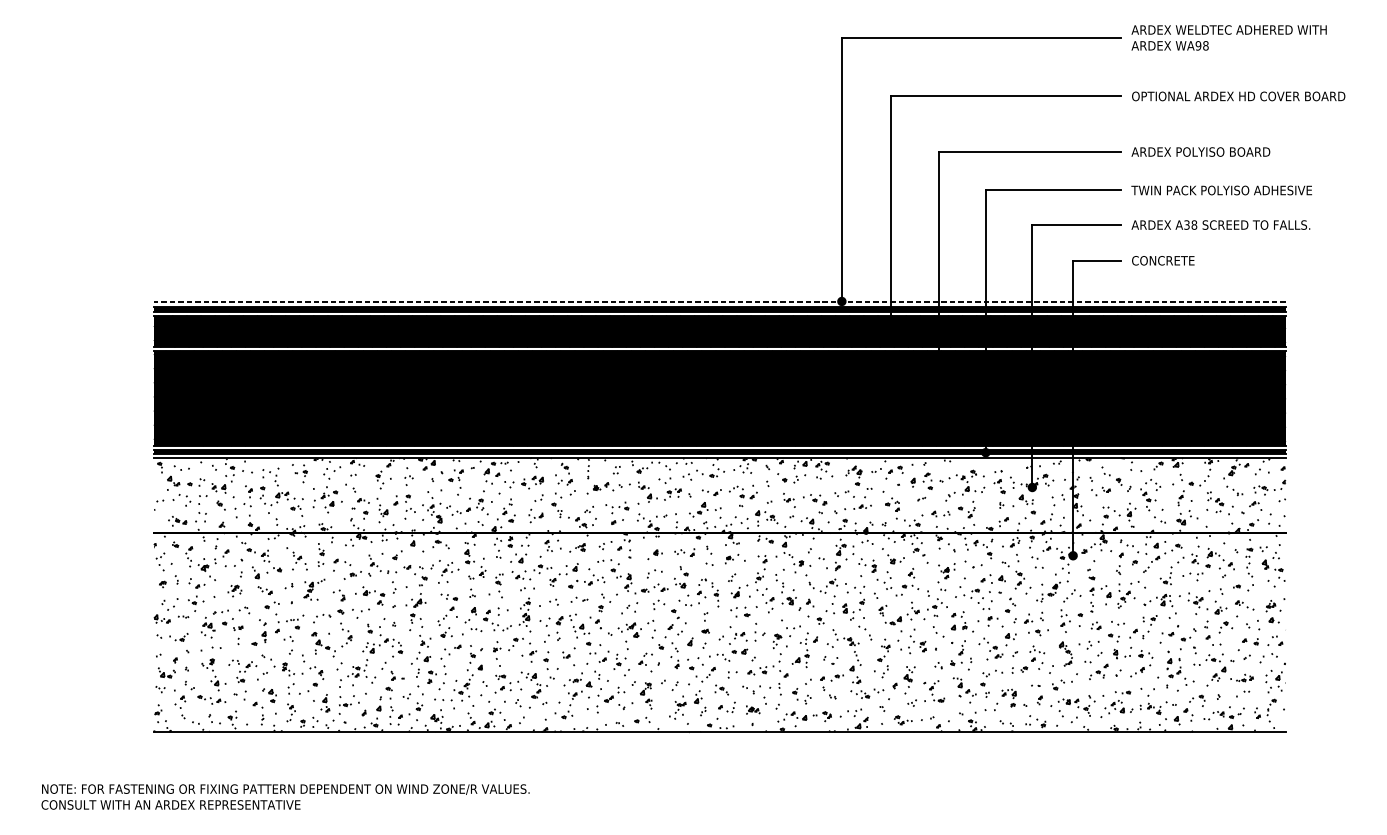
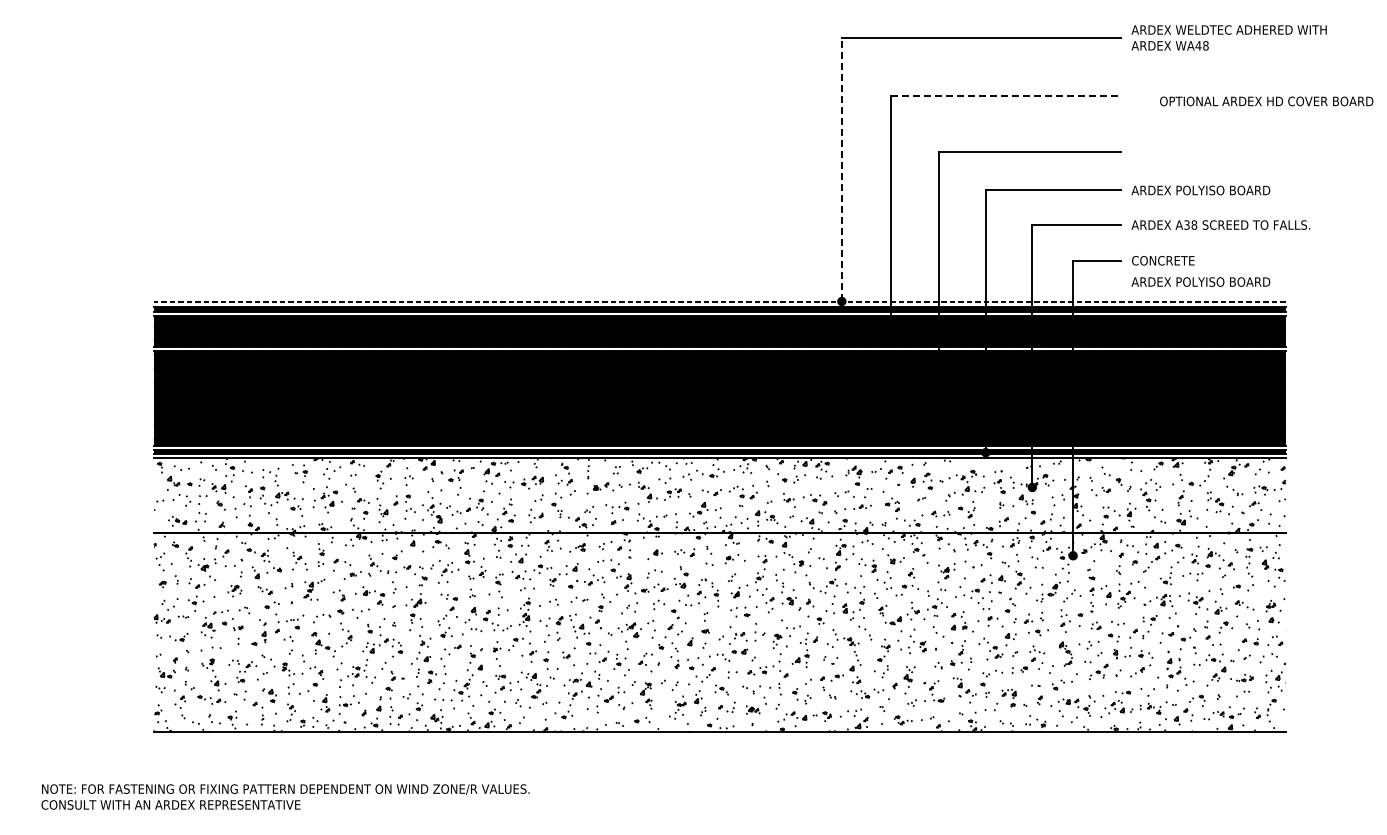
text at (1198, 45): WA98 -> WA48
line at (1006, 96): solid -> dashed
text at (1238, 96) position: (1238, 96) -> (1266, 101)
text at (1200, 151) position: (1200, 151) -> (1200, 281)
line at (841, 169): solid -> dashed
text at (1221, 190): TWIN PACK POLYISO ADHESIVE -> ARDEX POLYISO BOARD
